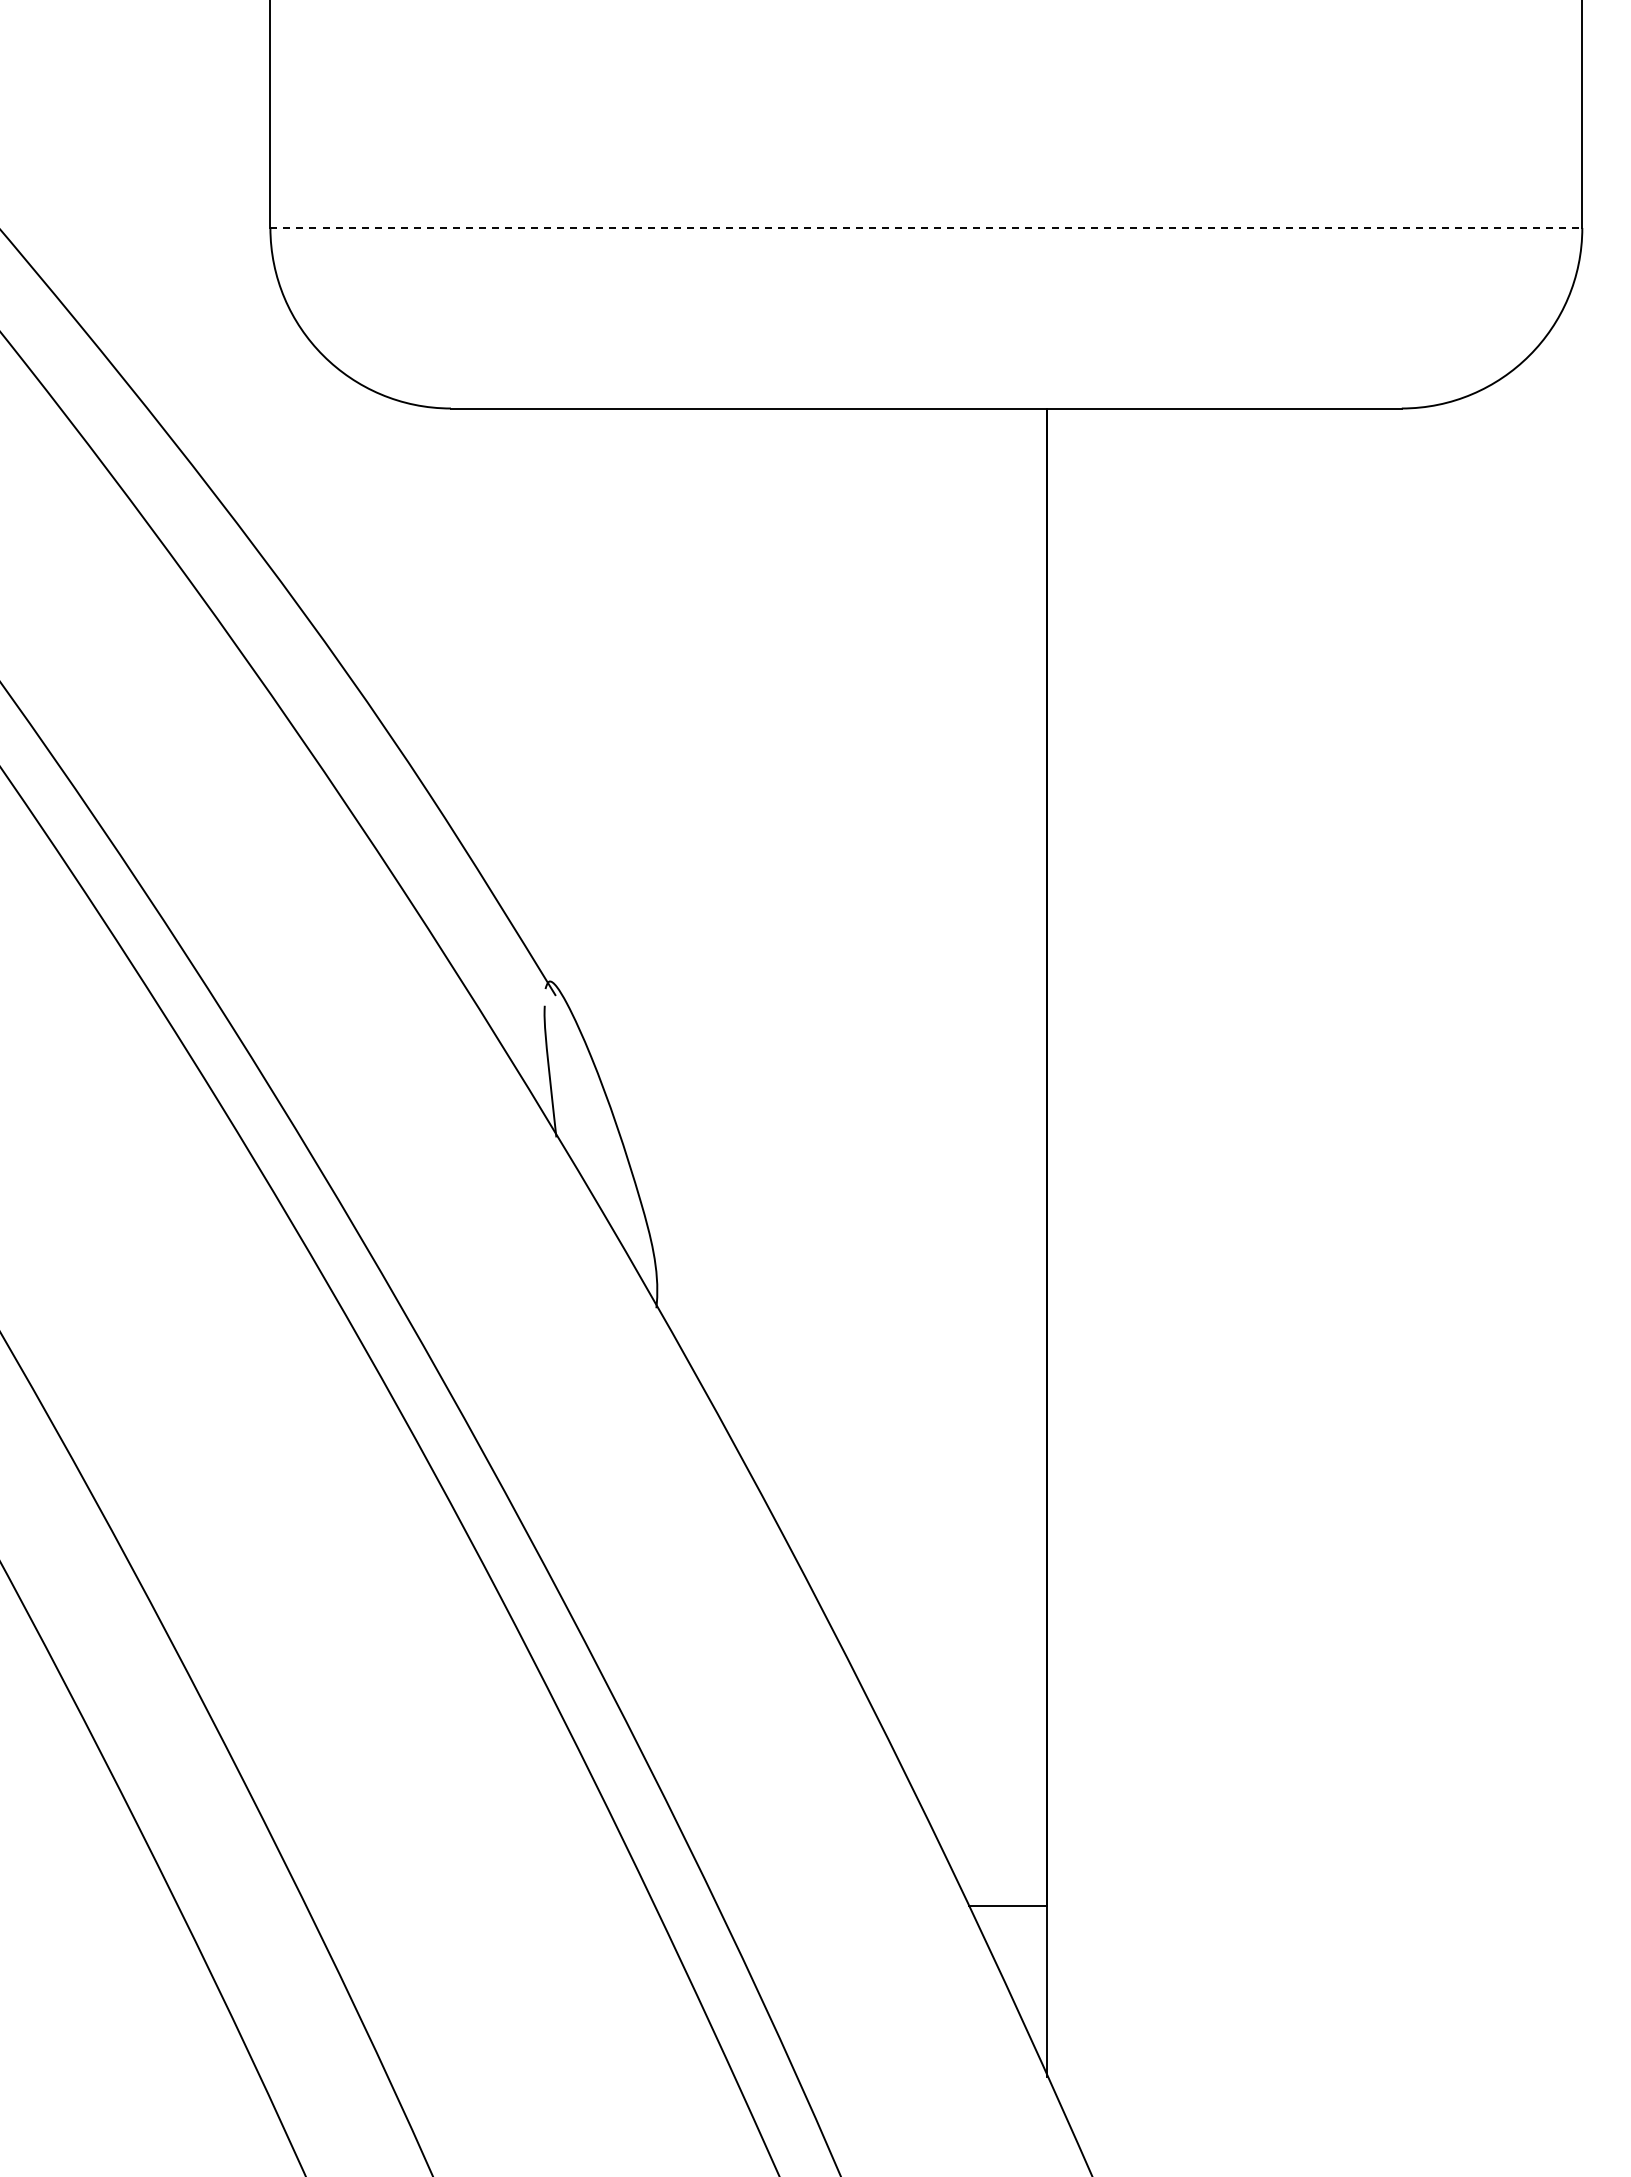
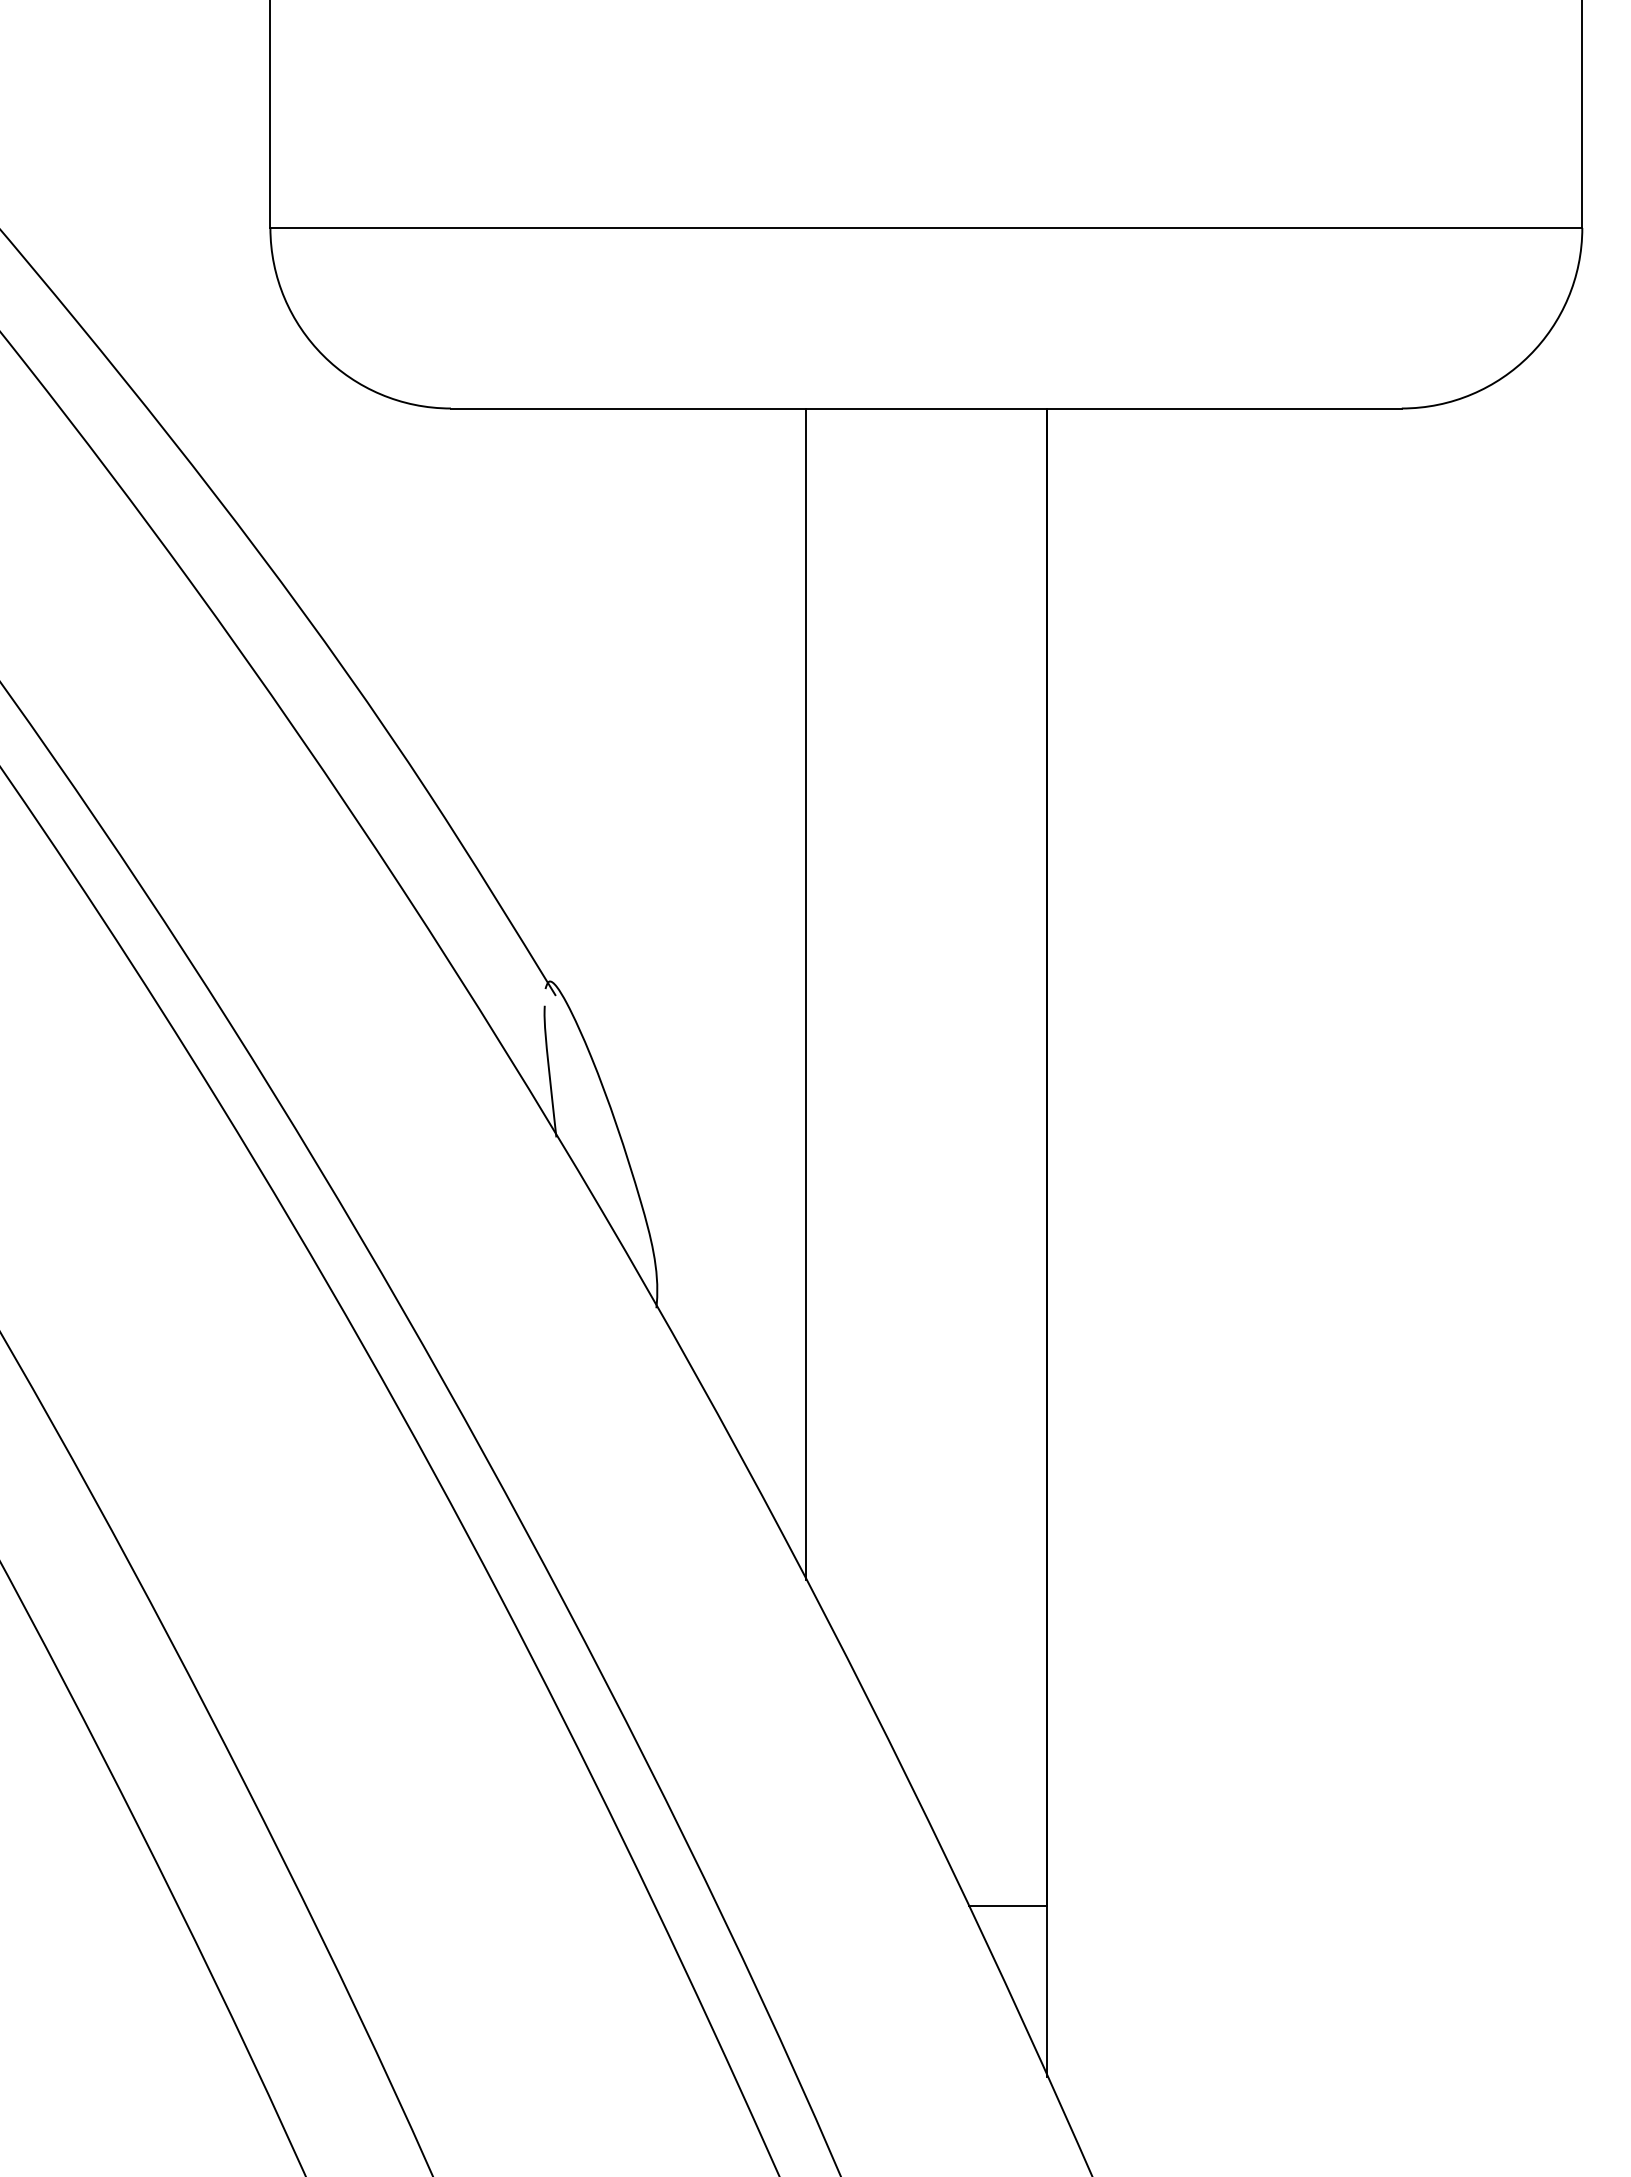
line at (926, 227): dashed -> solid
line at (806, 994): none -> present
